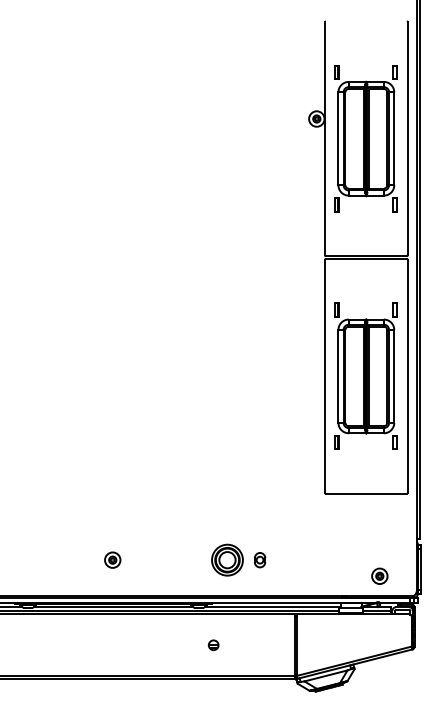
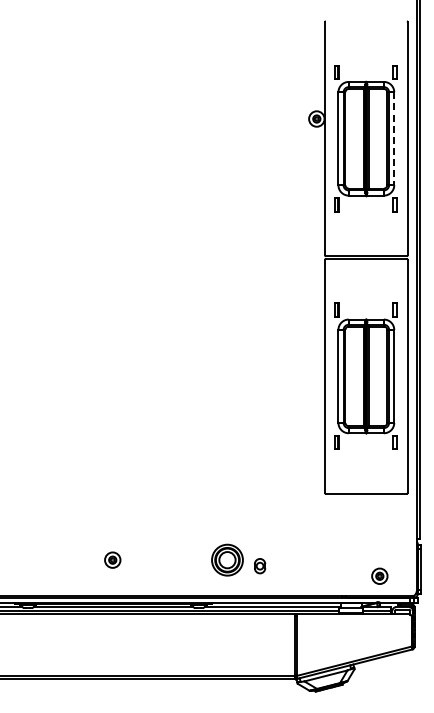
line at (394, 138): solid -> dashed
part at (260, 560) position: (260, 560) -> (260, 566)
part at (213, 645): present -> none
